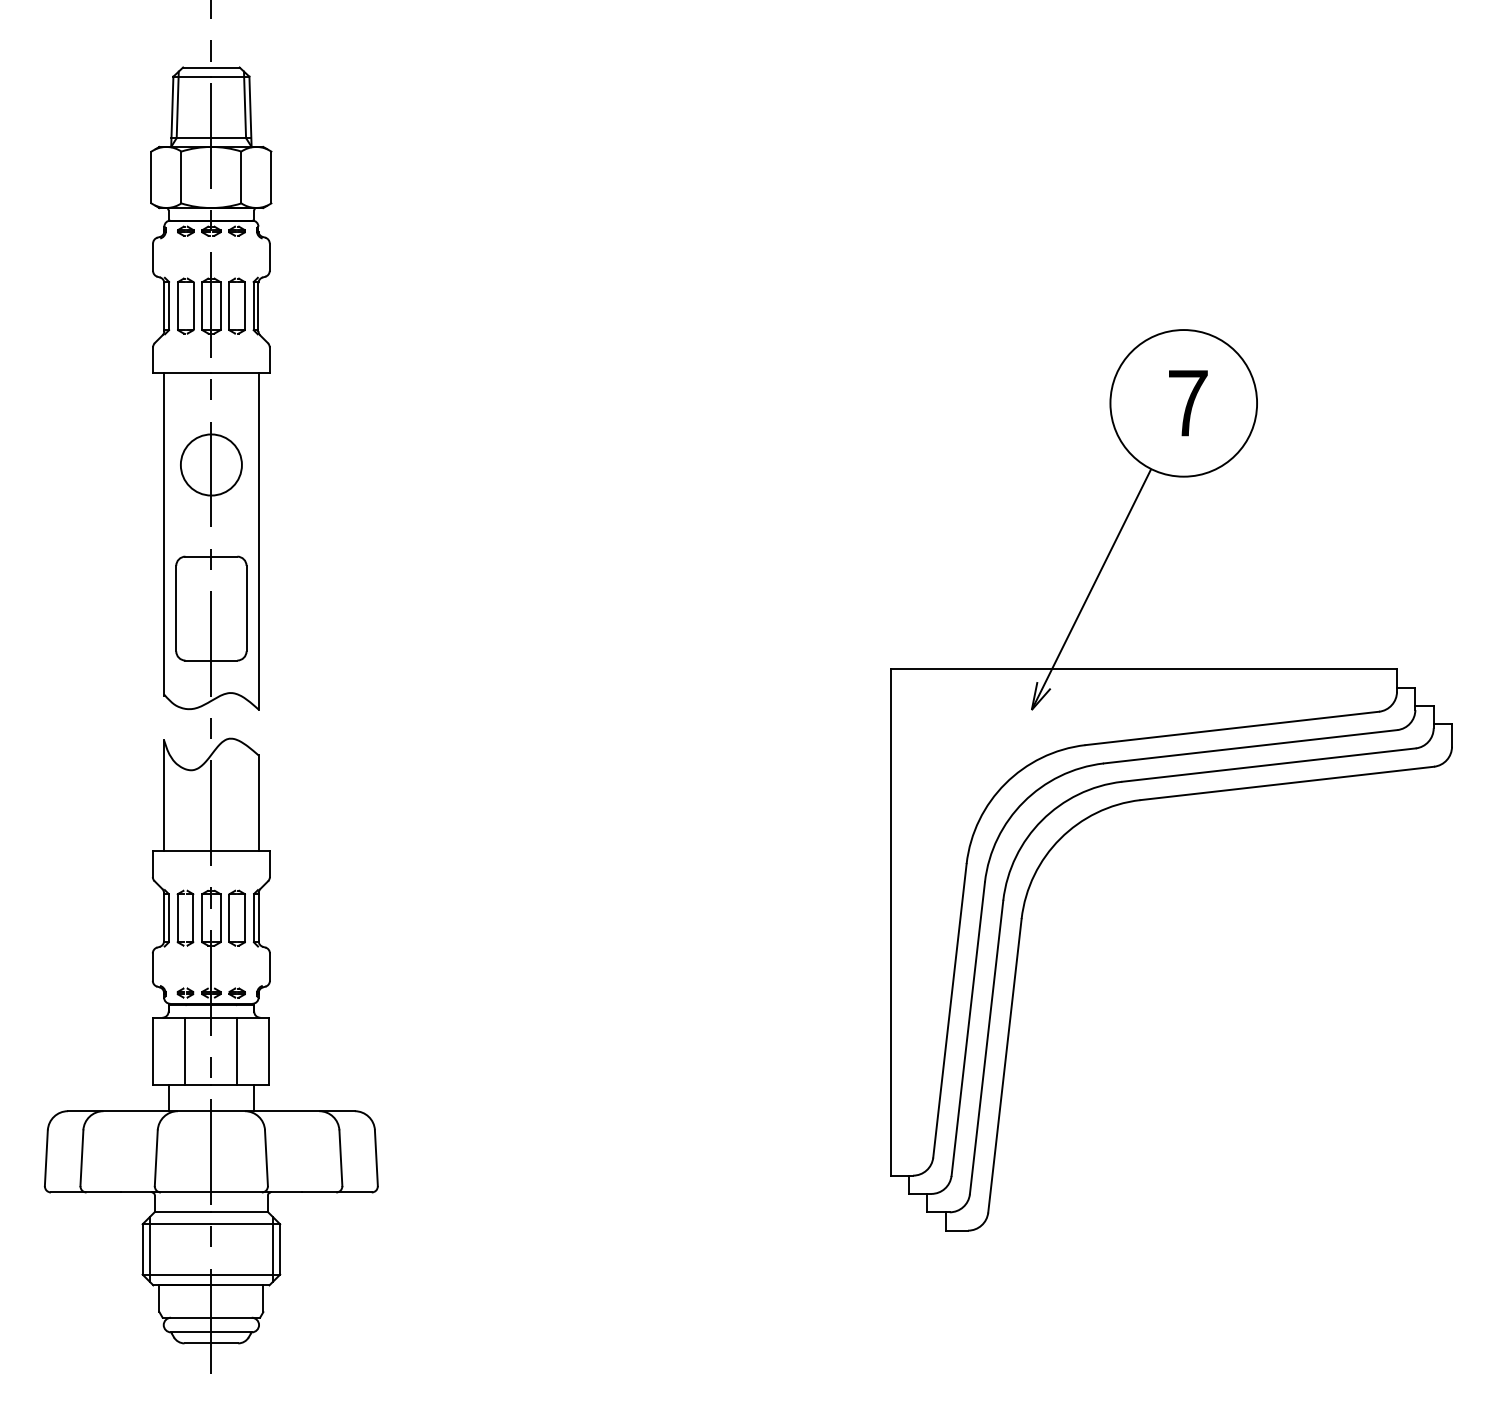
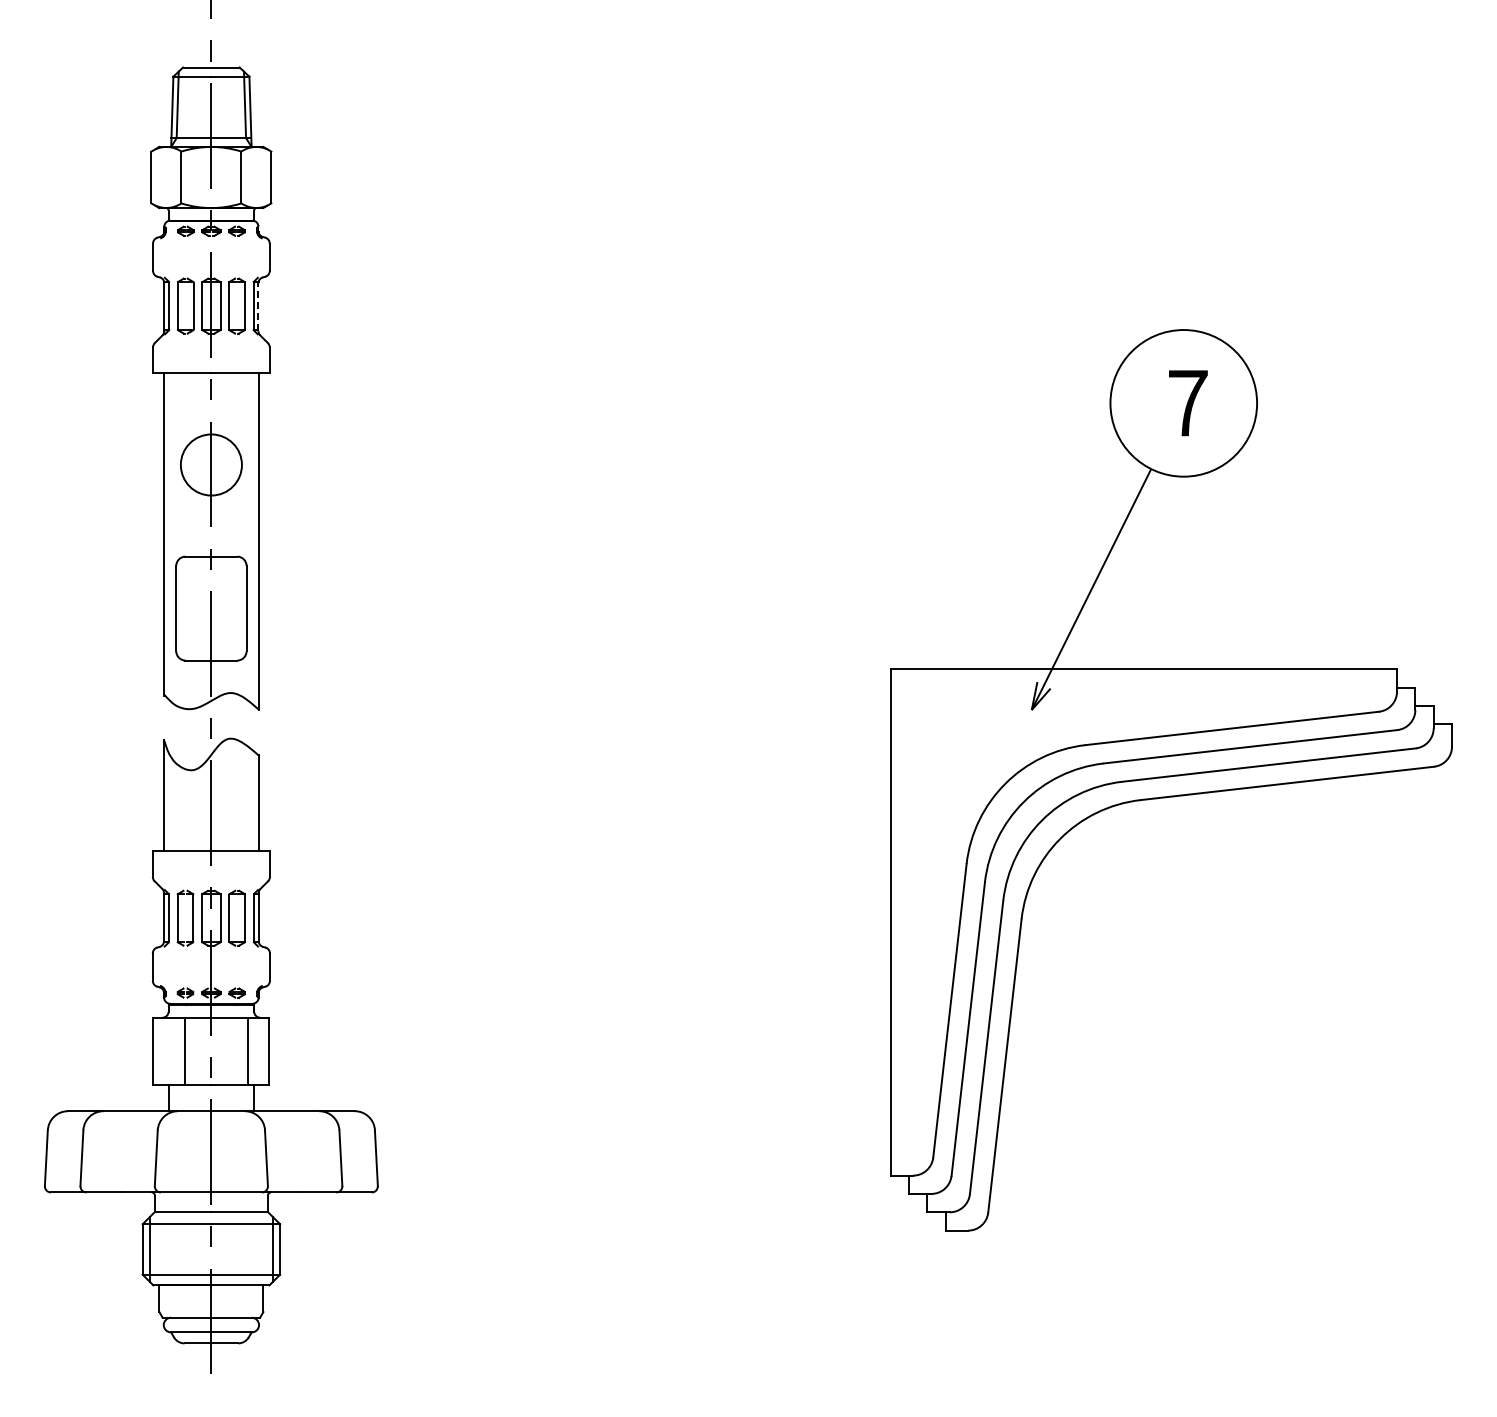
line at (258, 307): solid -> dashed
line at (237, 1050) position: (237, 1050) -> (248, 1050)
